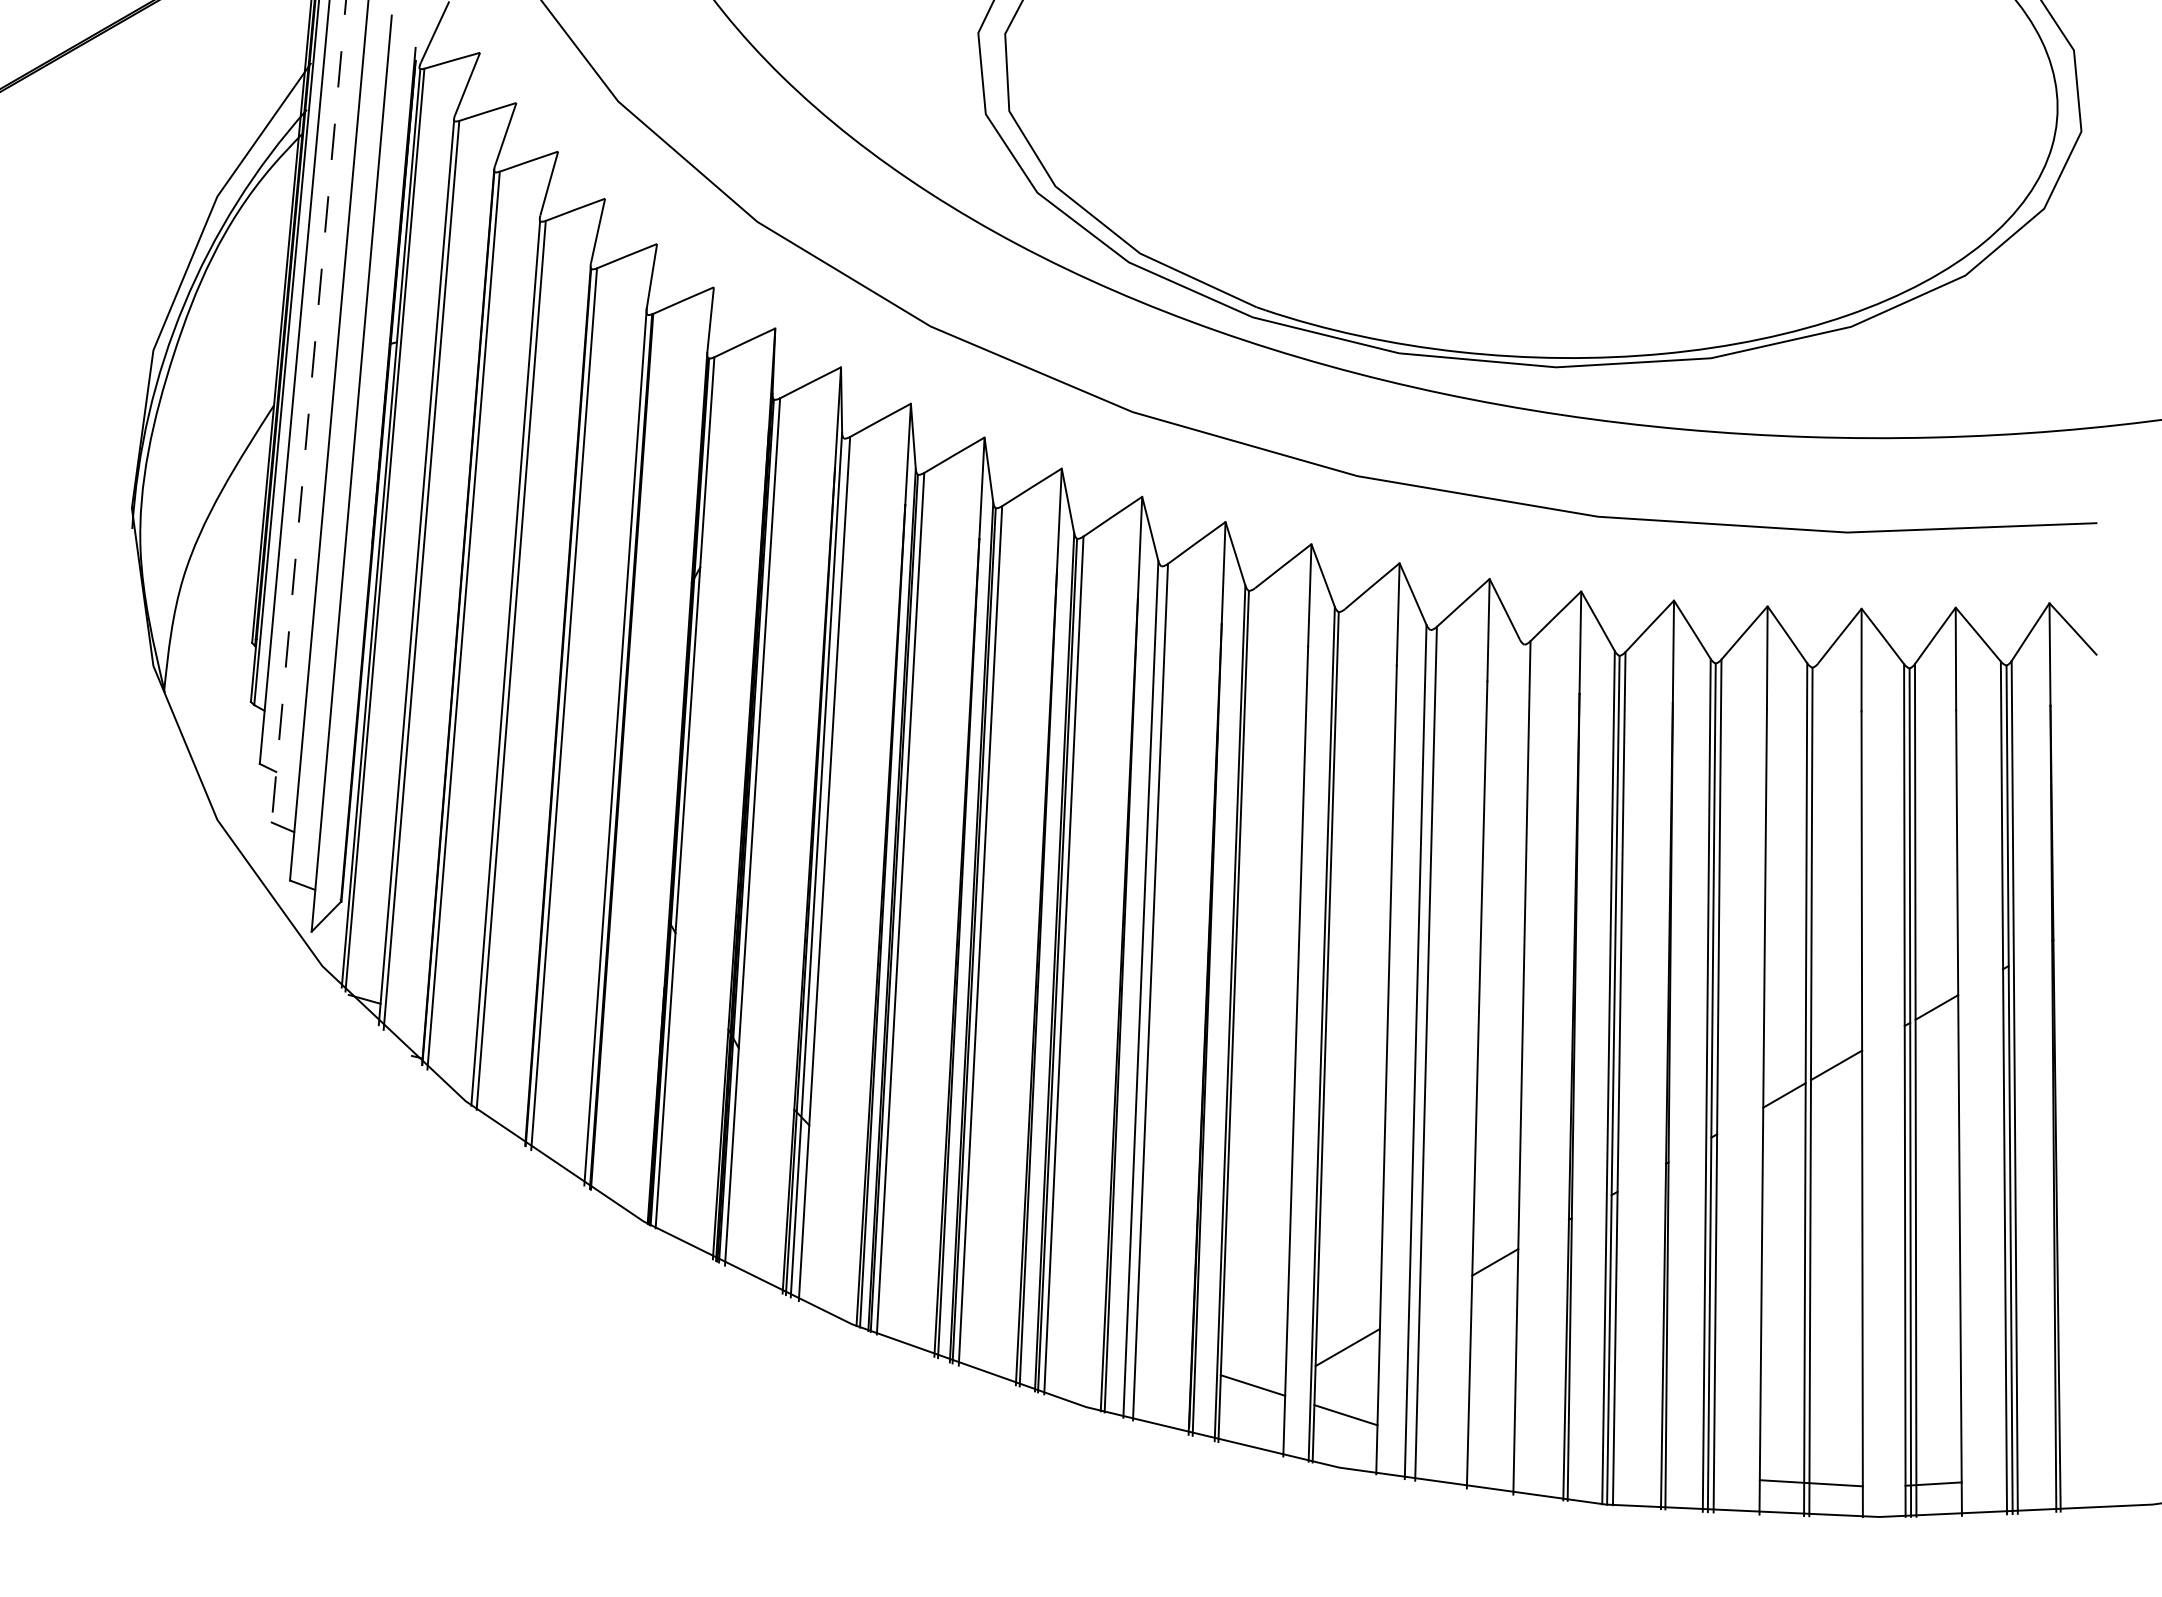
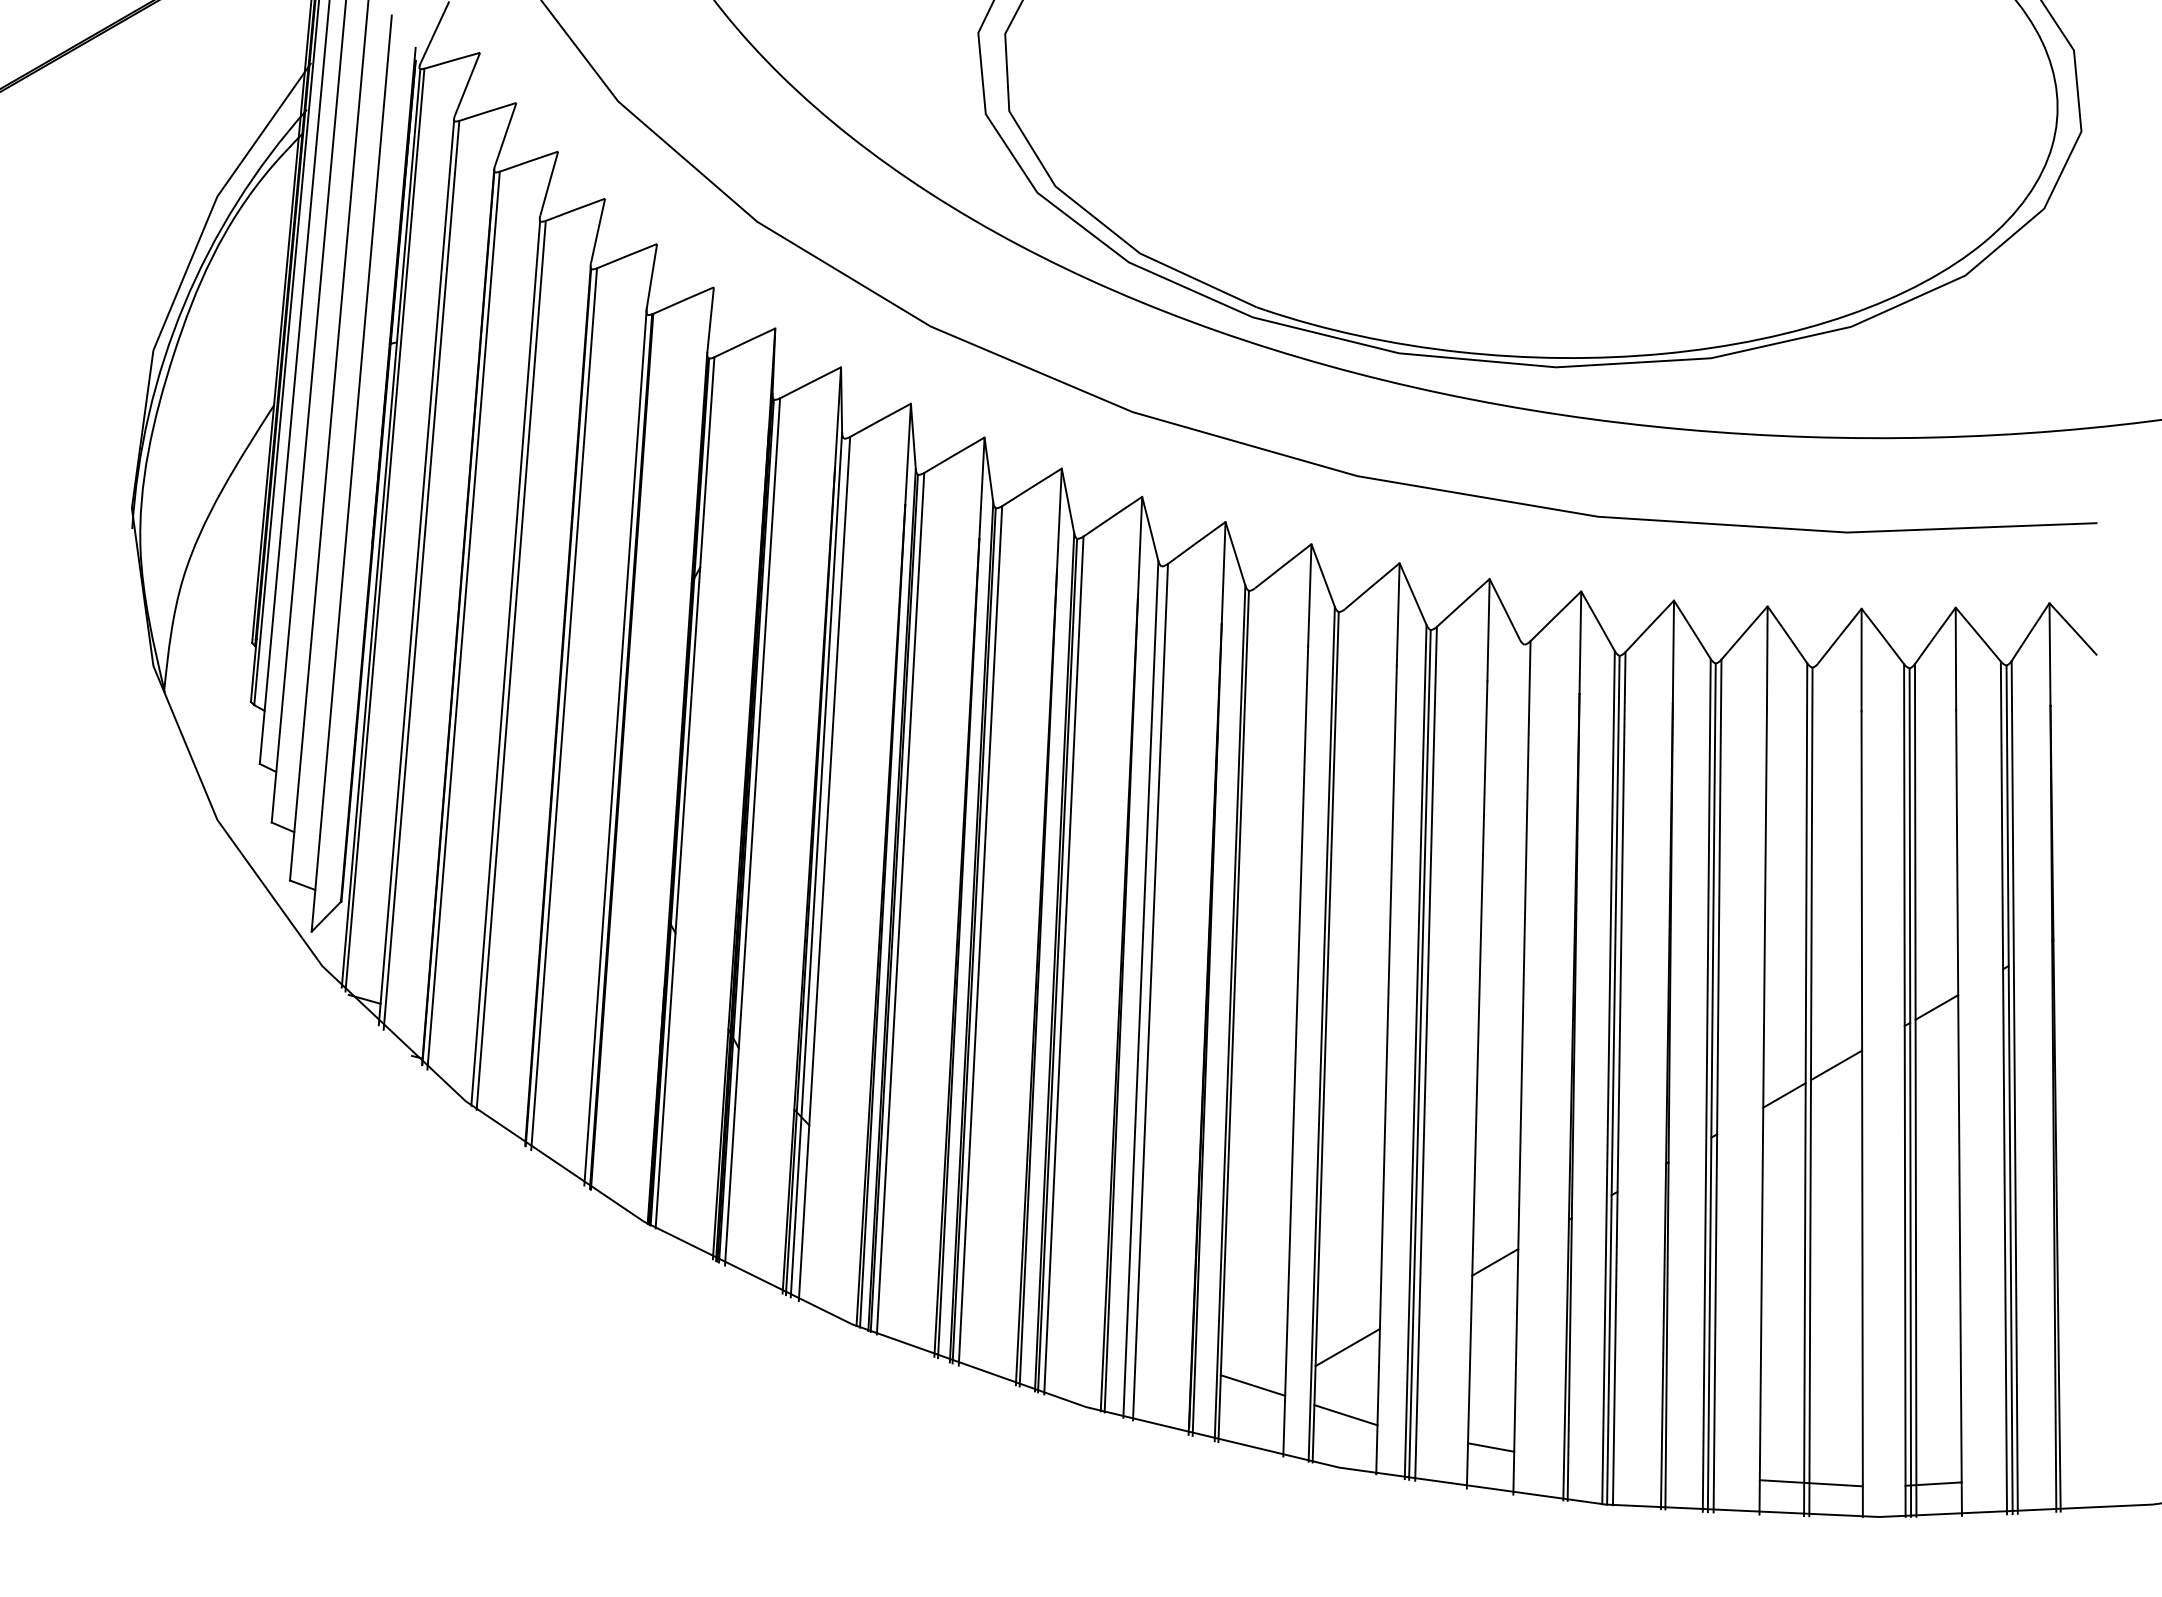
line at (308, 411): dashed -> solid
line at (1419, 1054): none -> present
line at (1491, 1447): none -> present
